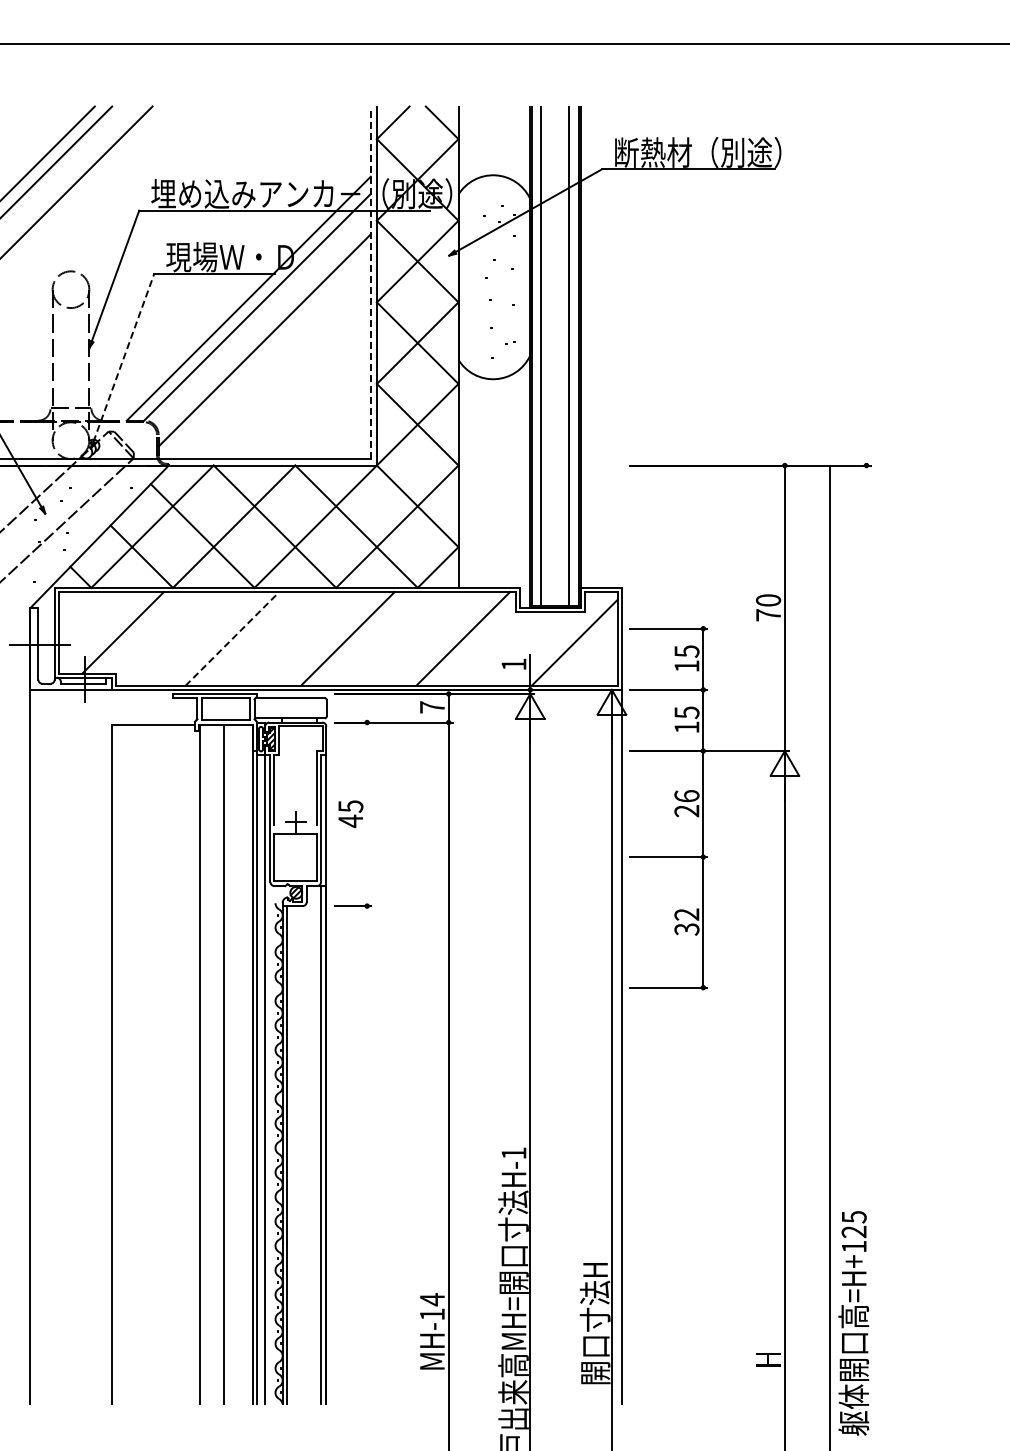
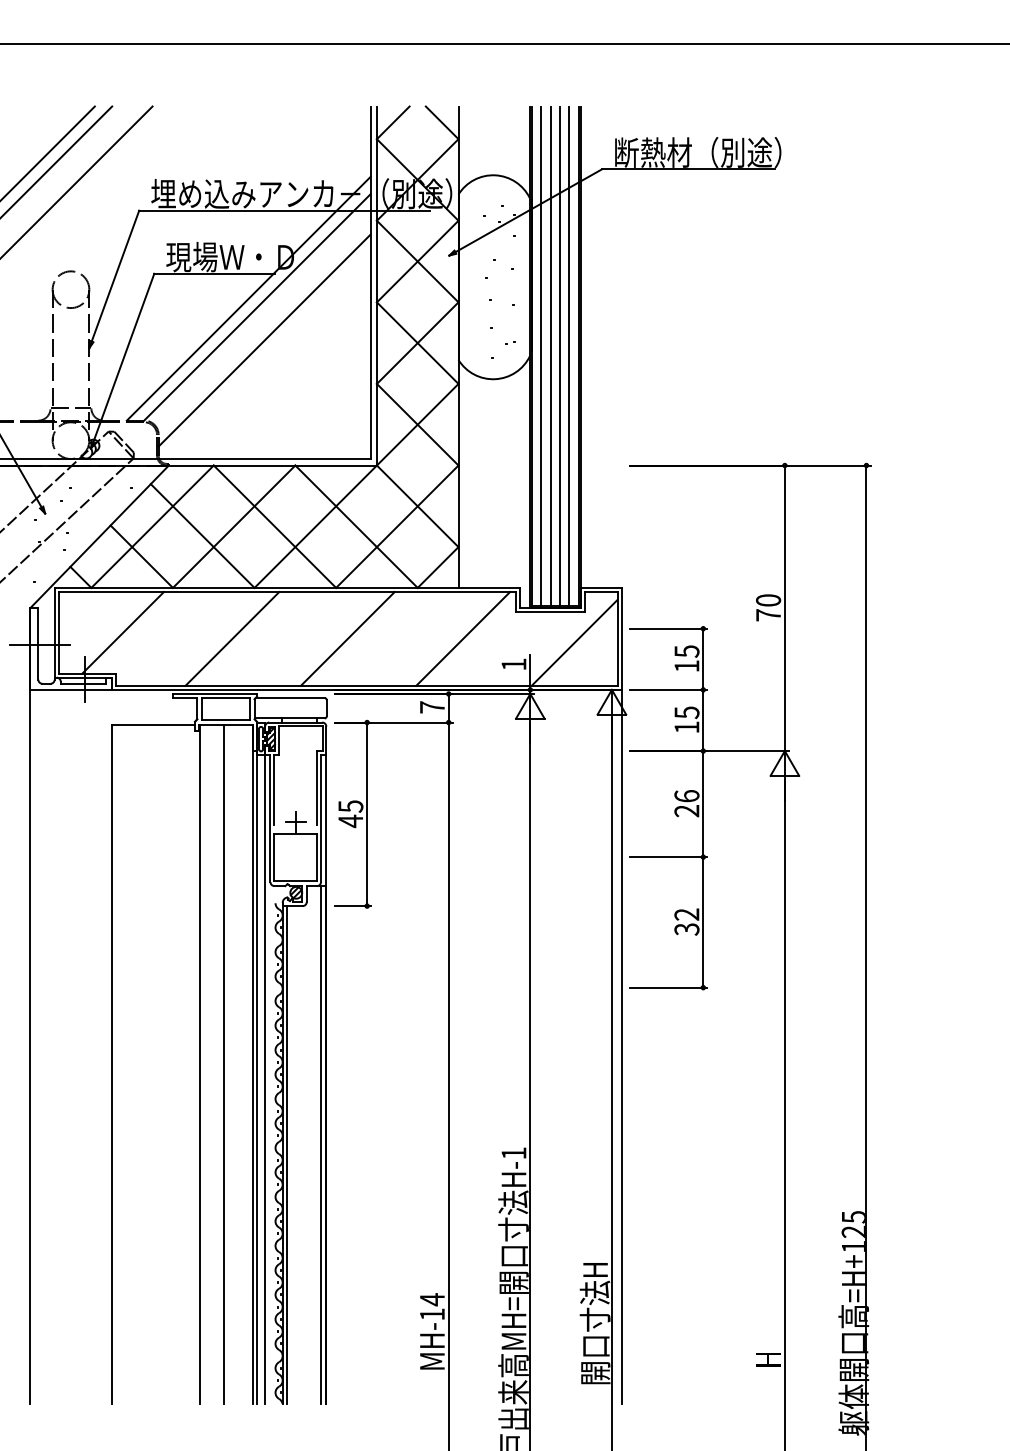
line at (370, 282): dashed -> solid
line at (550, 356): none -> present
line at (560, 356): none -> present
line at (124, 357): dashed -> solid
line at (232, 638): dashed -> solid
line at (367, 814): none -> present
line at (830, 956) position: (830, 956) -> (866, 956)
